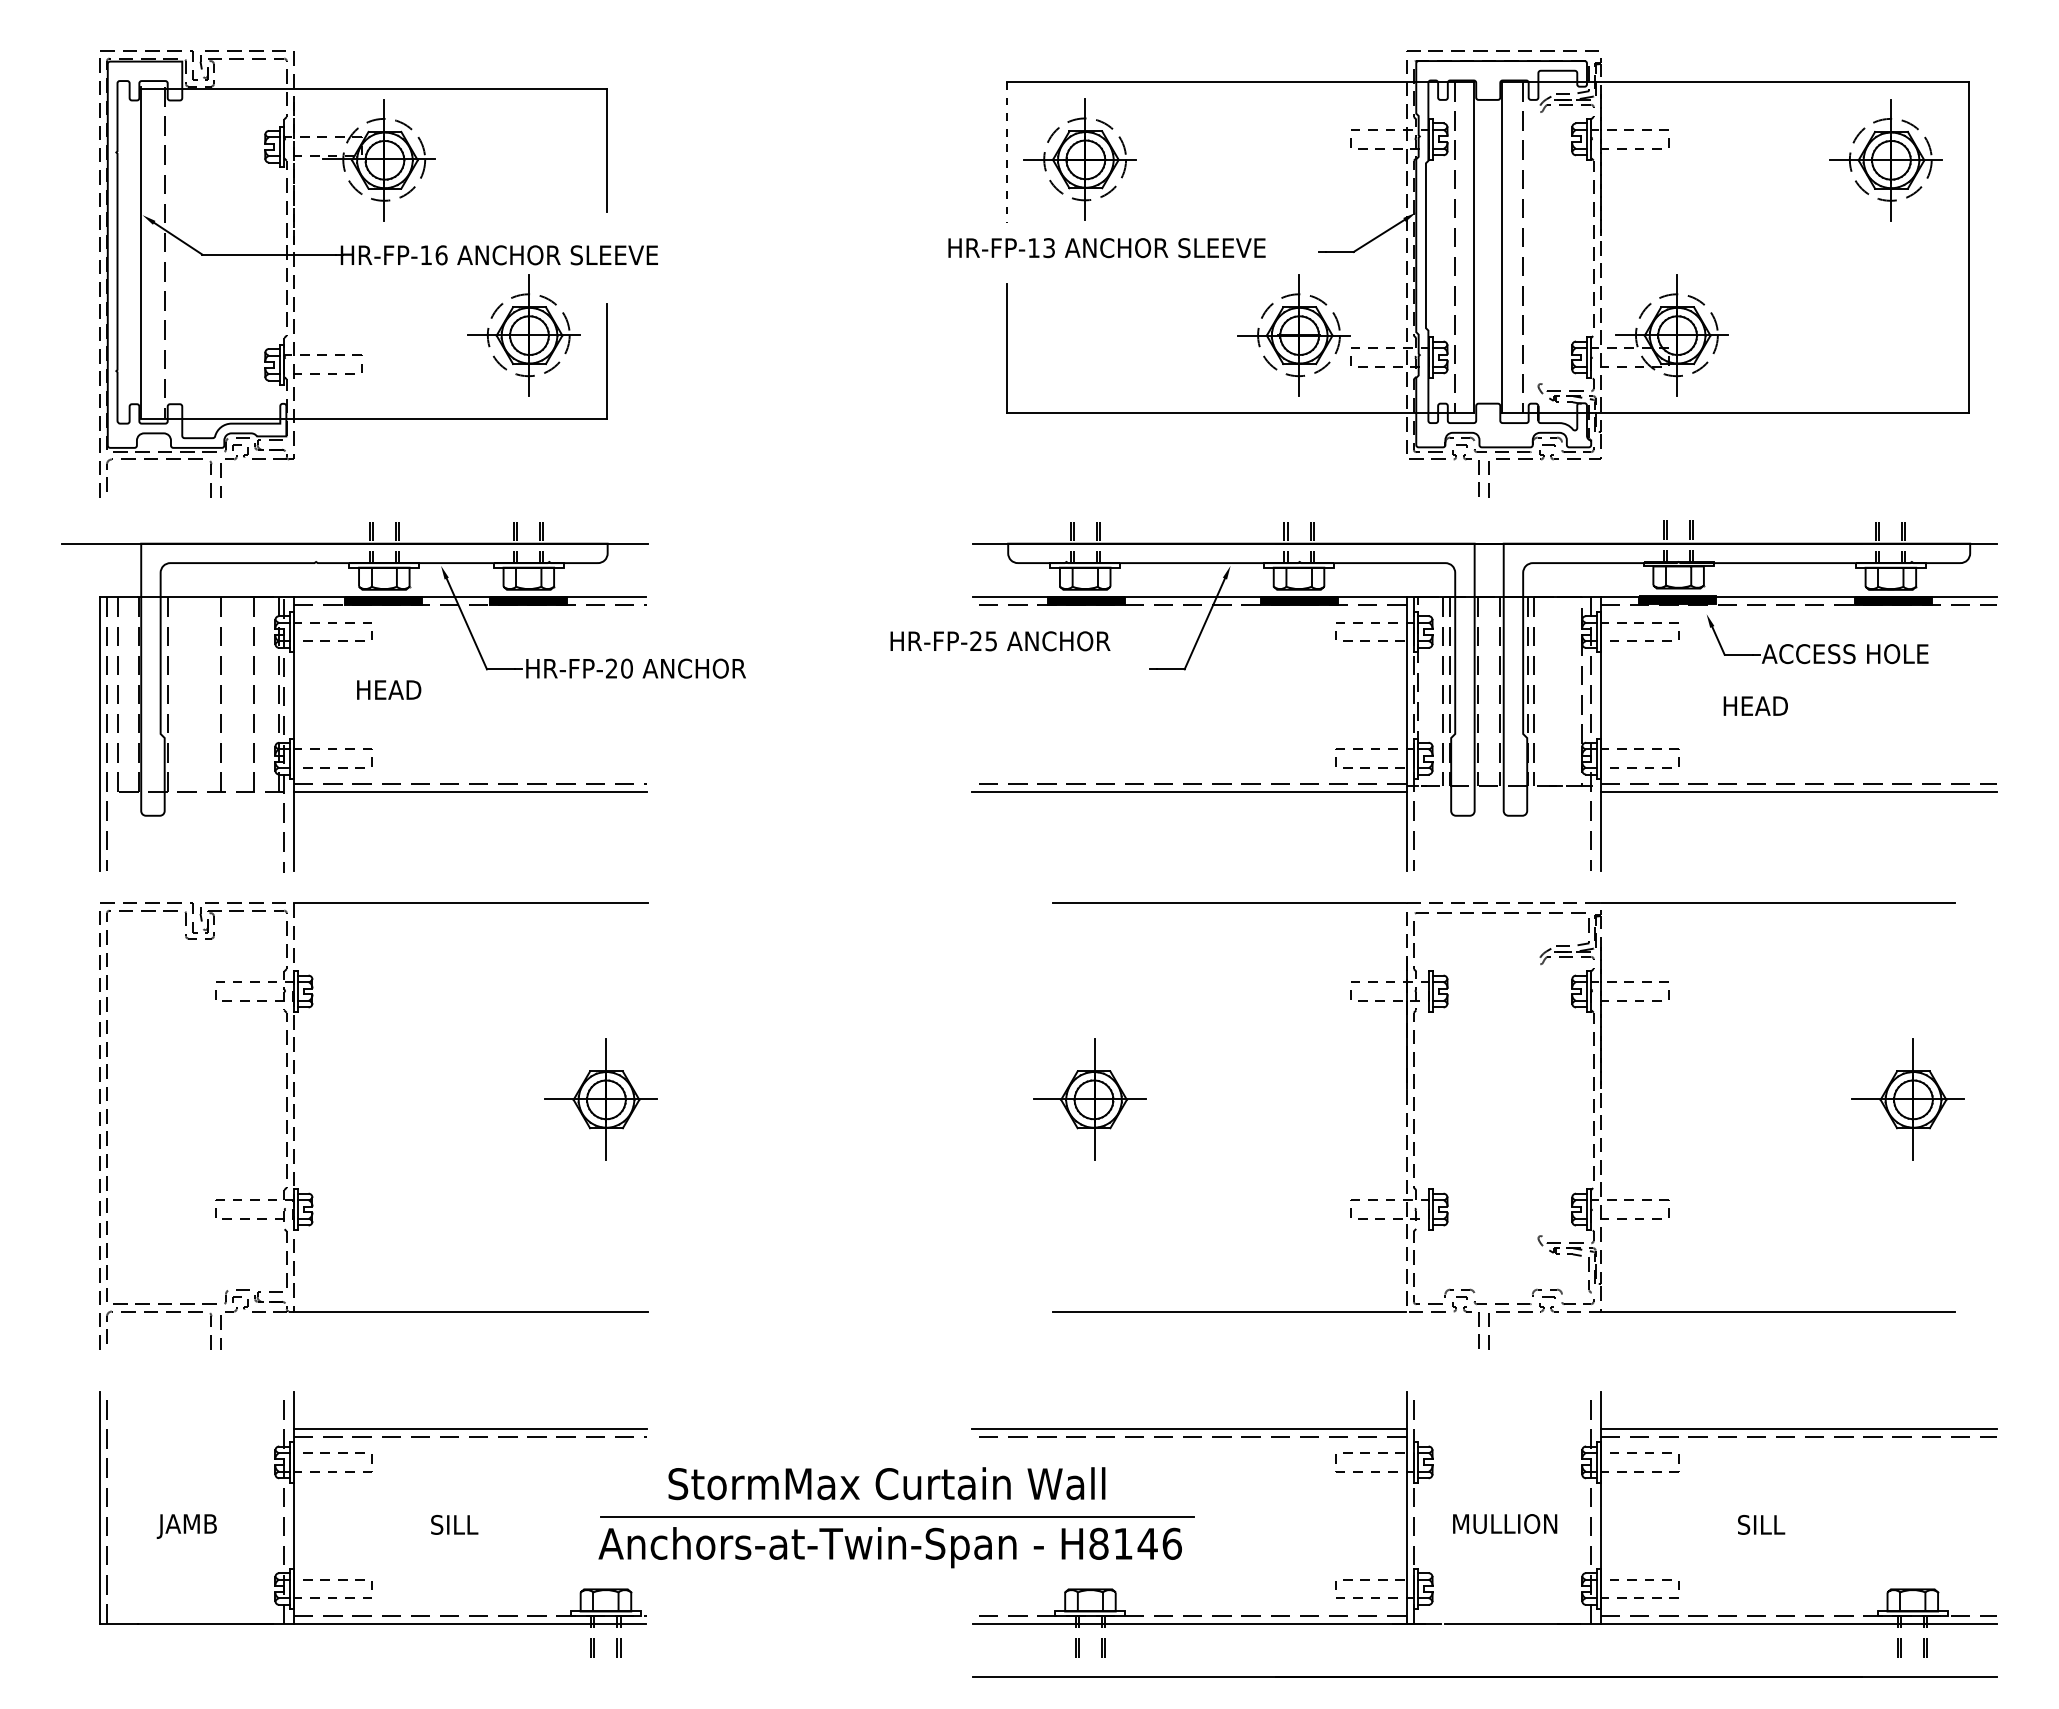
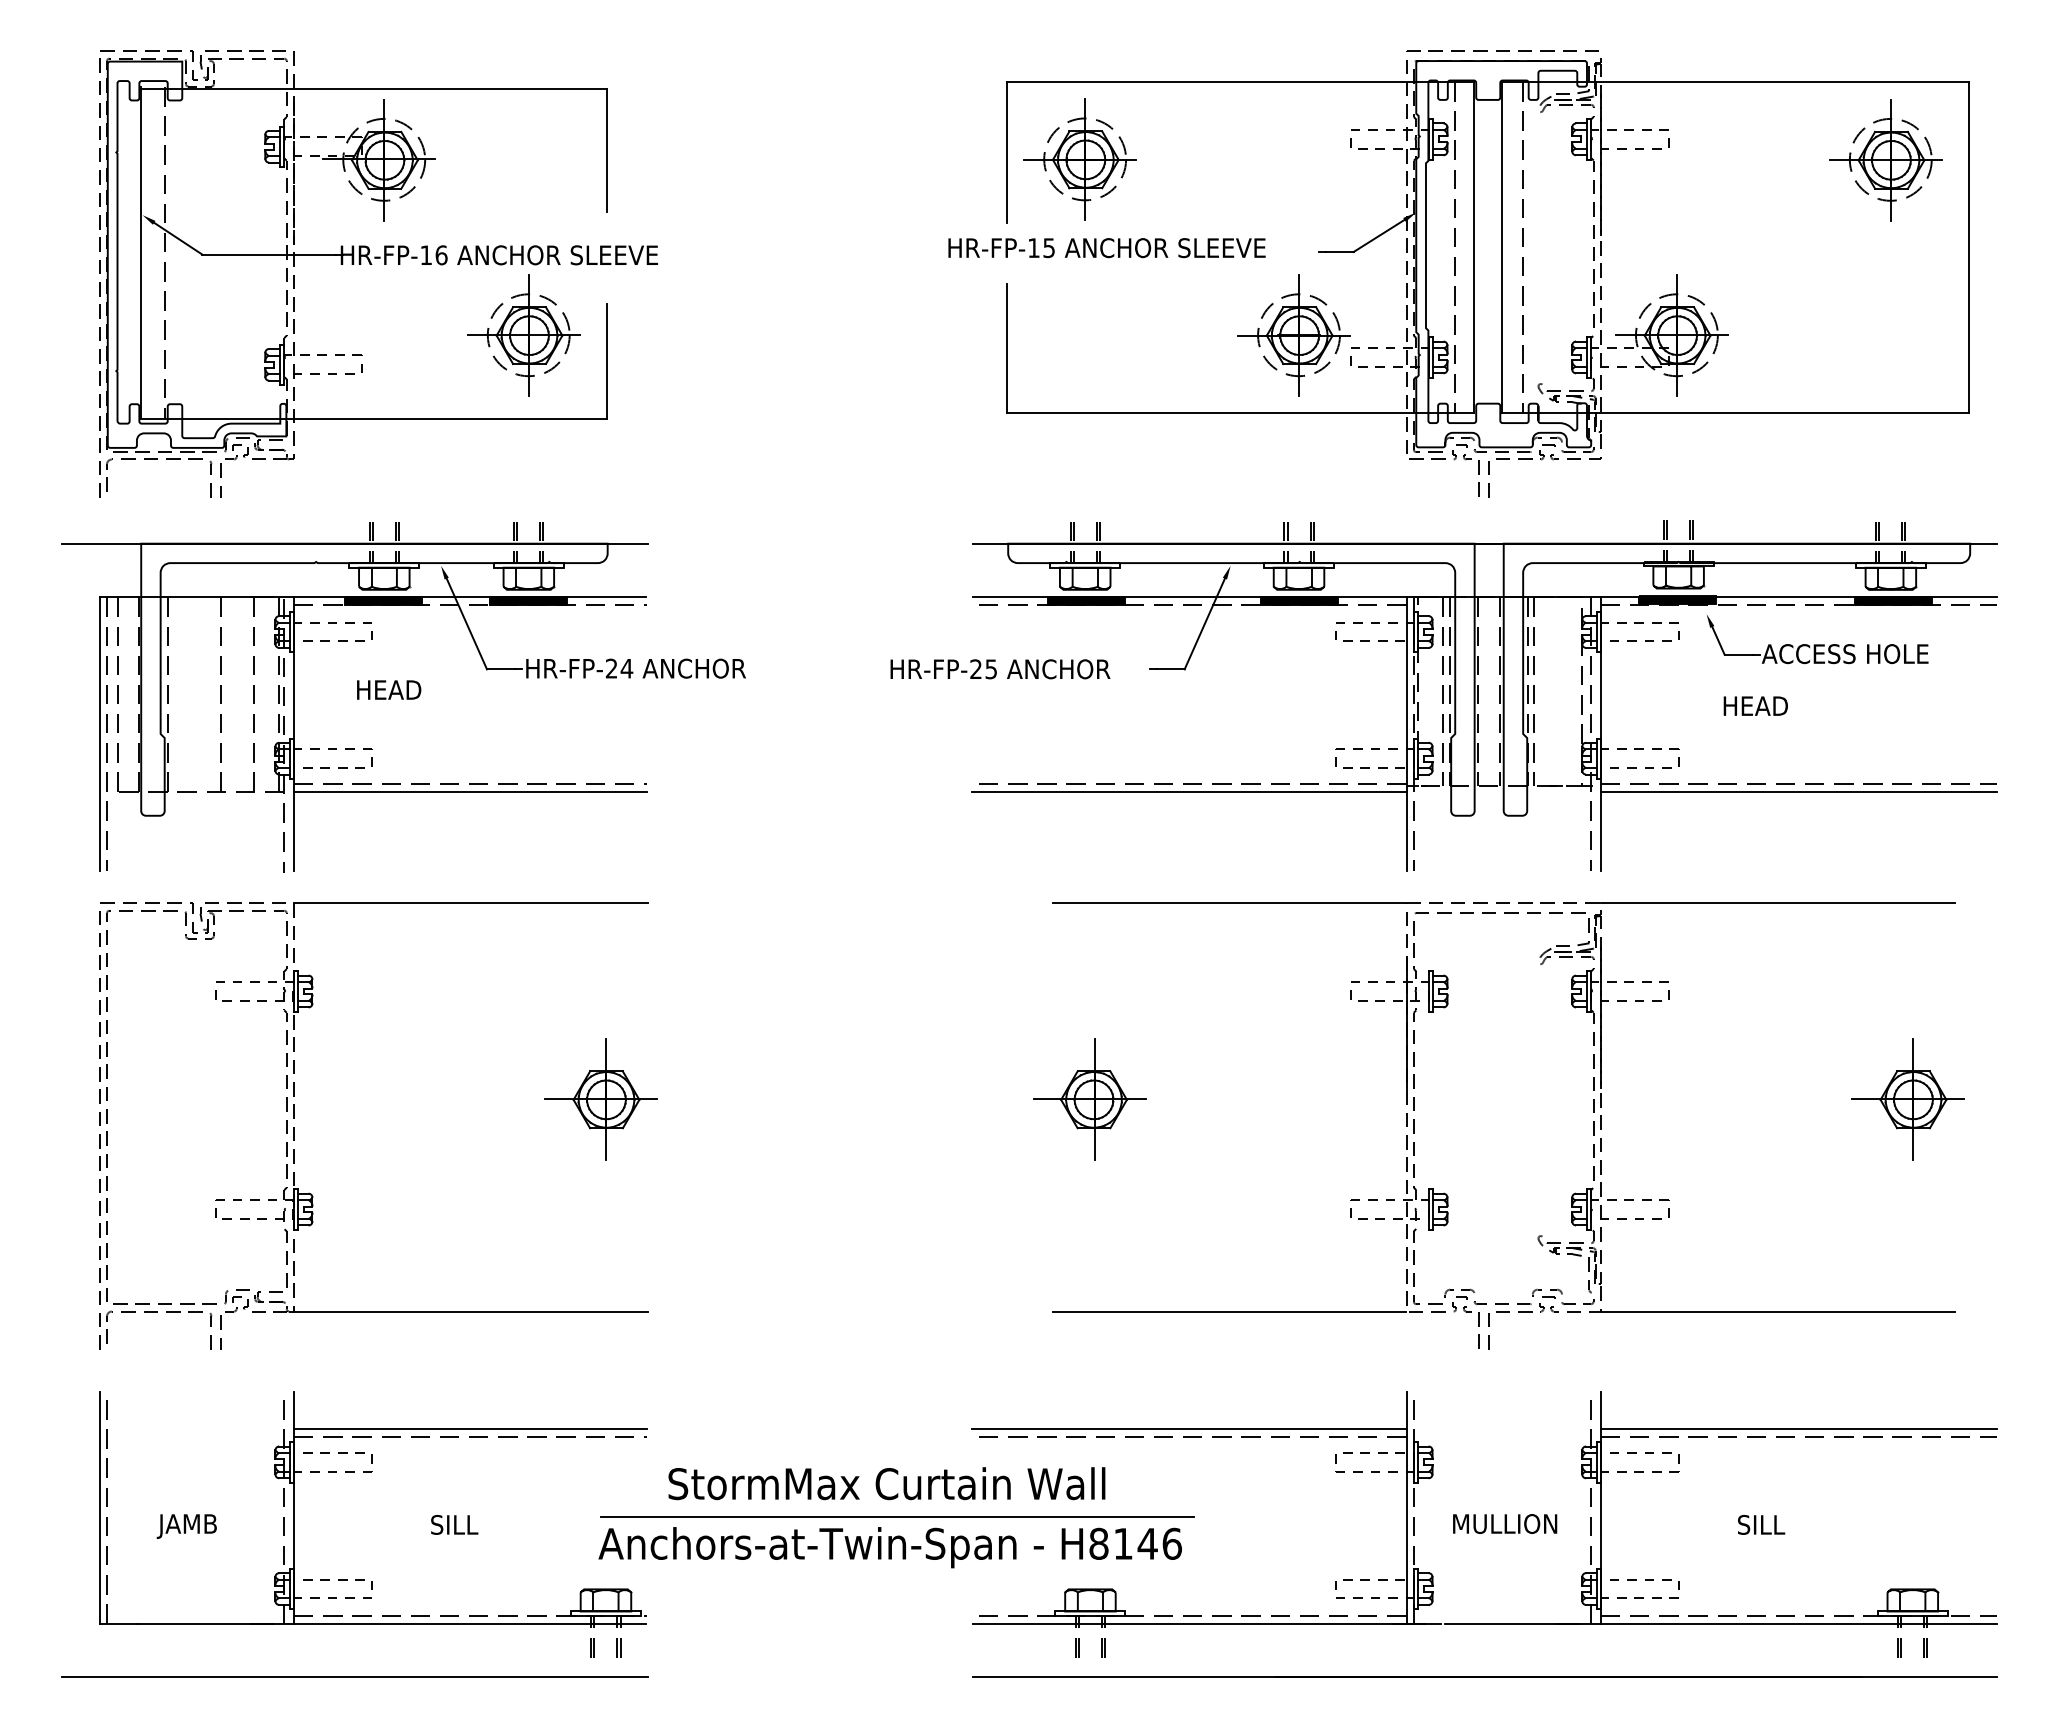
line at (1007, 152): dashed -> solid
text at (1049, 247): HR-FP-13 -> HR-FP-15
text at (1000, 641) position: (1000, 641) -> (1000, 669)
text at (626, 668): HR-FP-20 -> HR-FP-24
line at (354, 1677): none -> present
